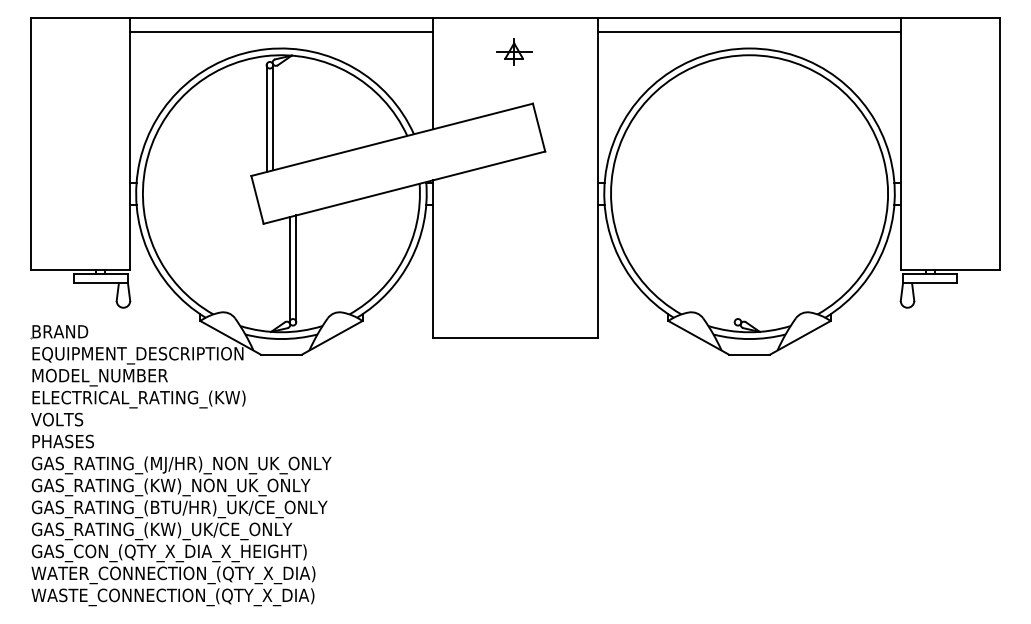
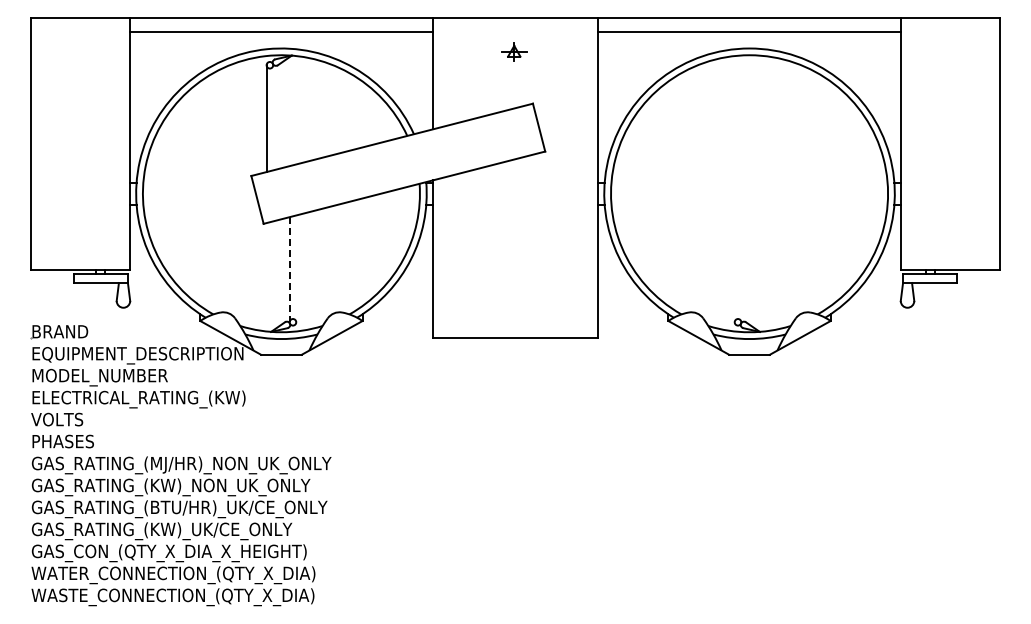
part at (514, 51) size: 37x28 px -> 27x20 px
line at (273, 117): present -> none
line at (296, 268): present -> none
line at (289, 269): solid -> dashed
